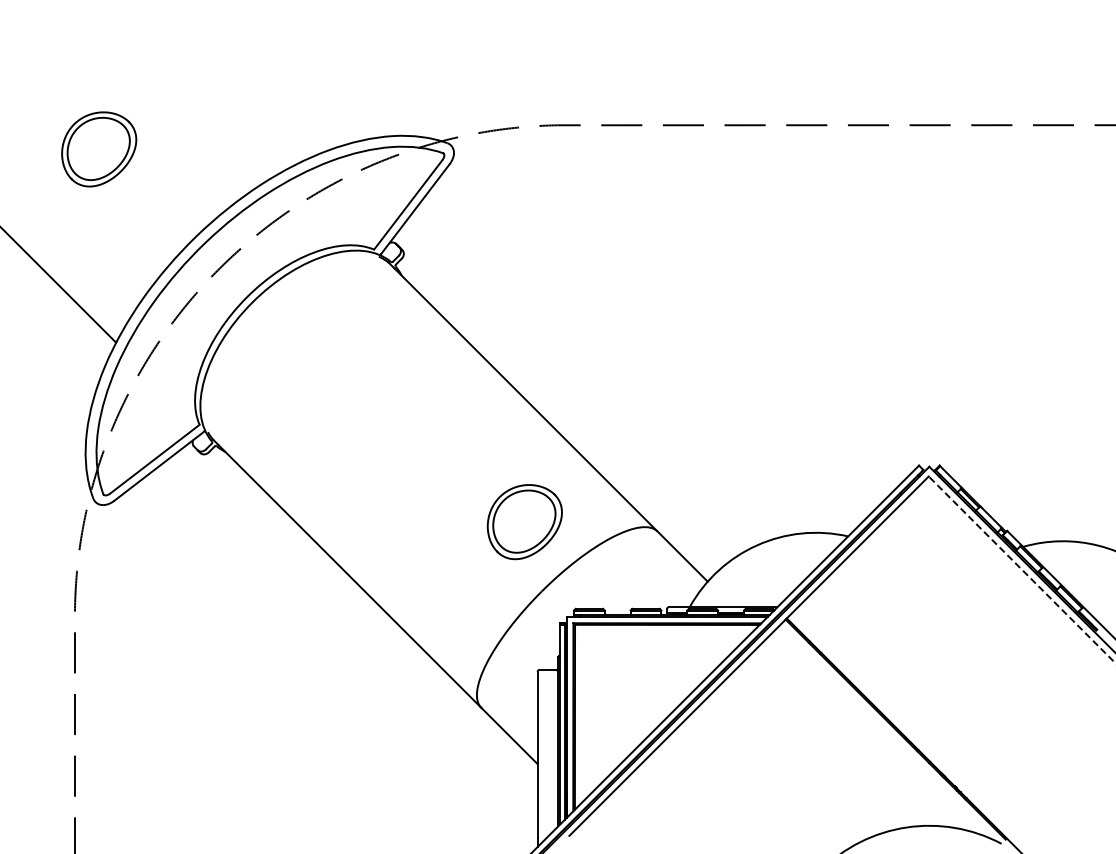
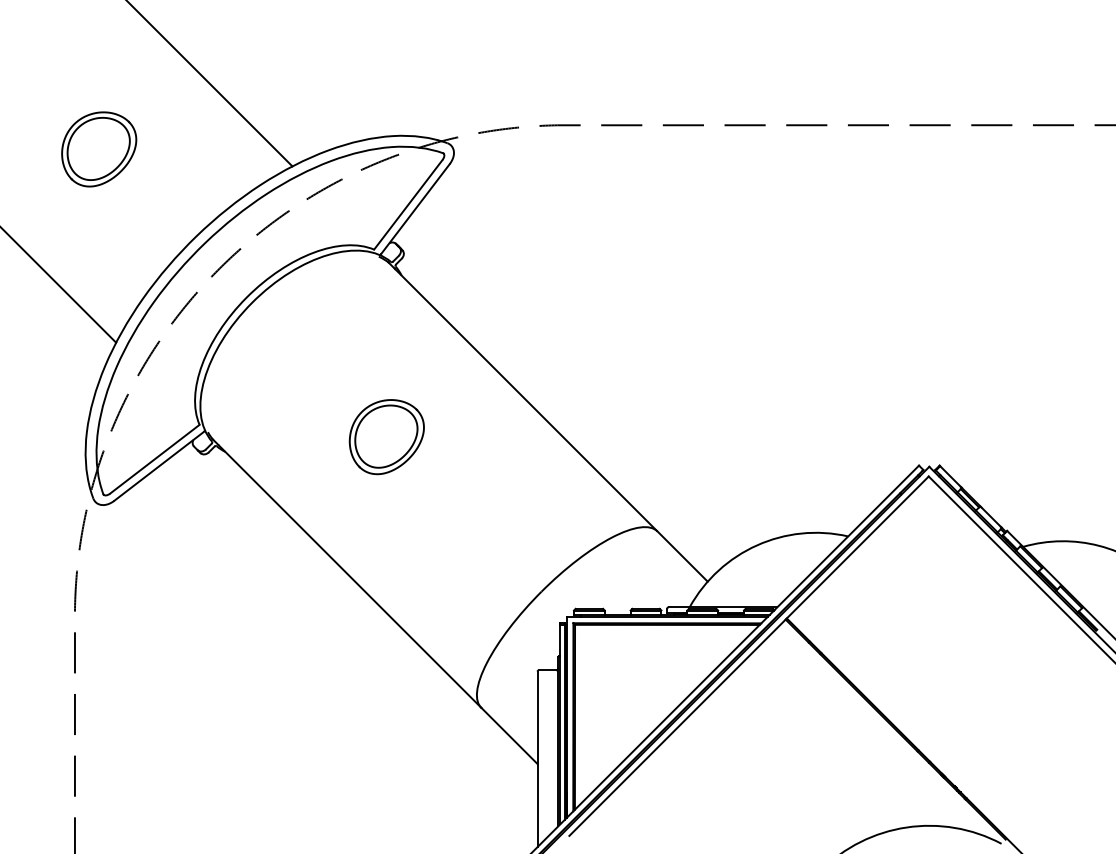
line at (210, 84): none -> present
part at (524, 522) position: (524, 522) -> (386, 437)
line at (1022, 569): dashed -> solid
